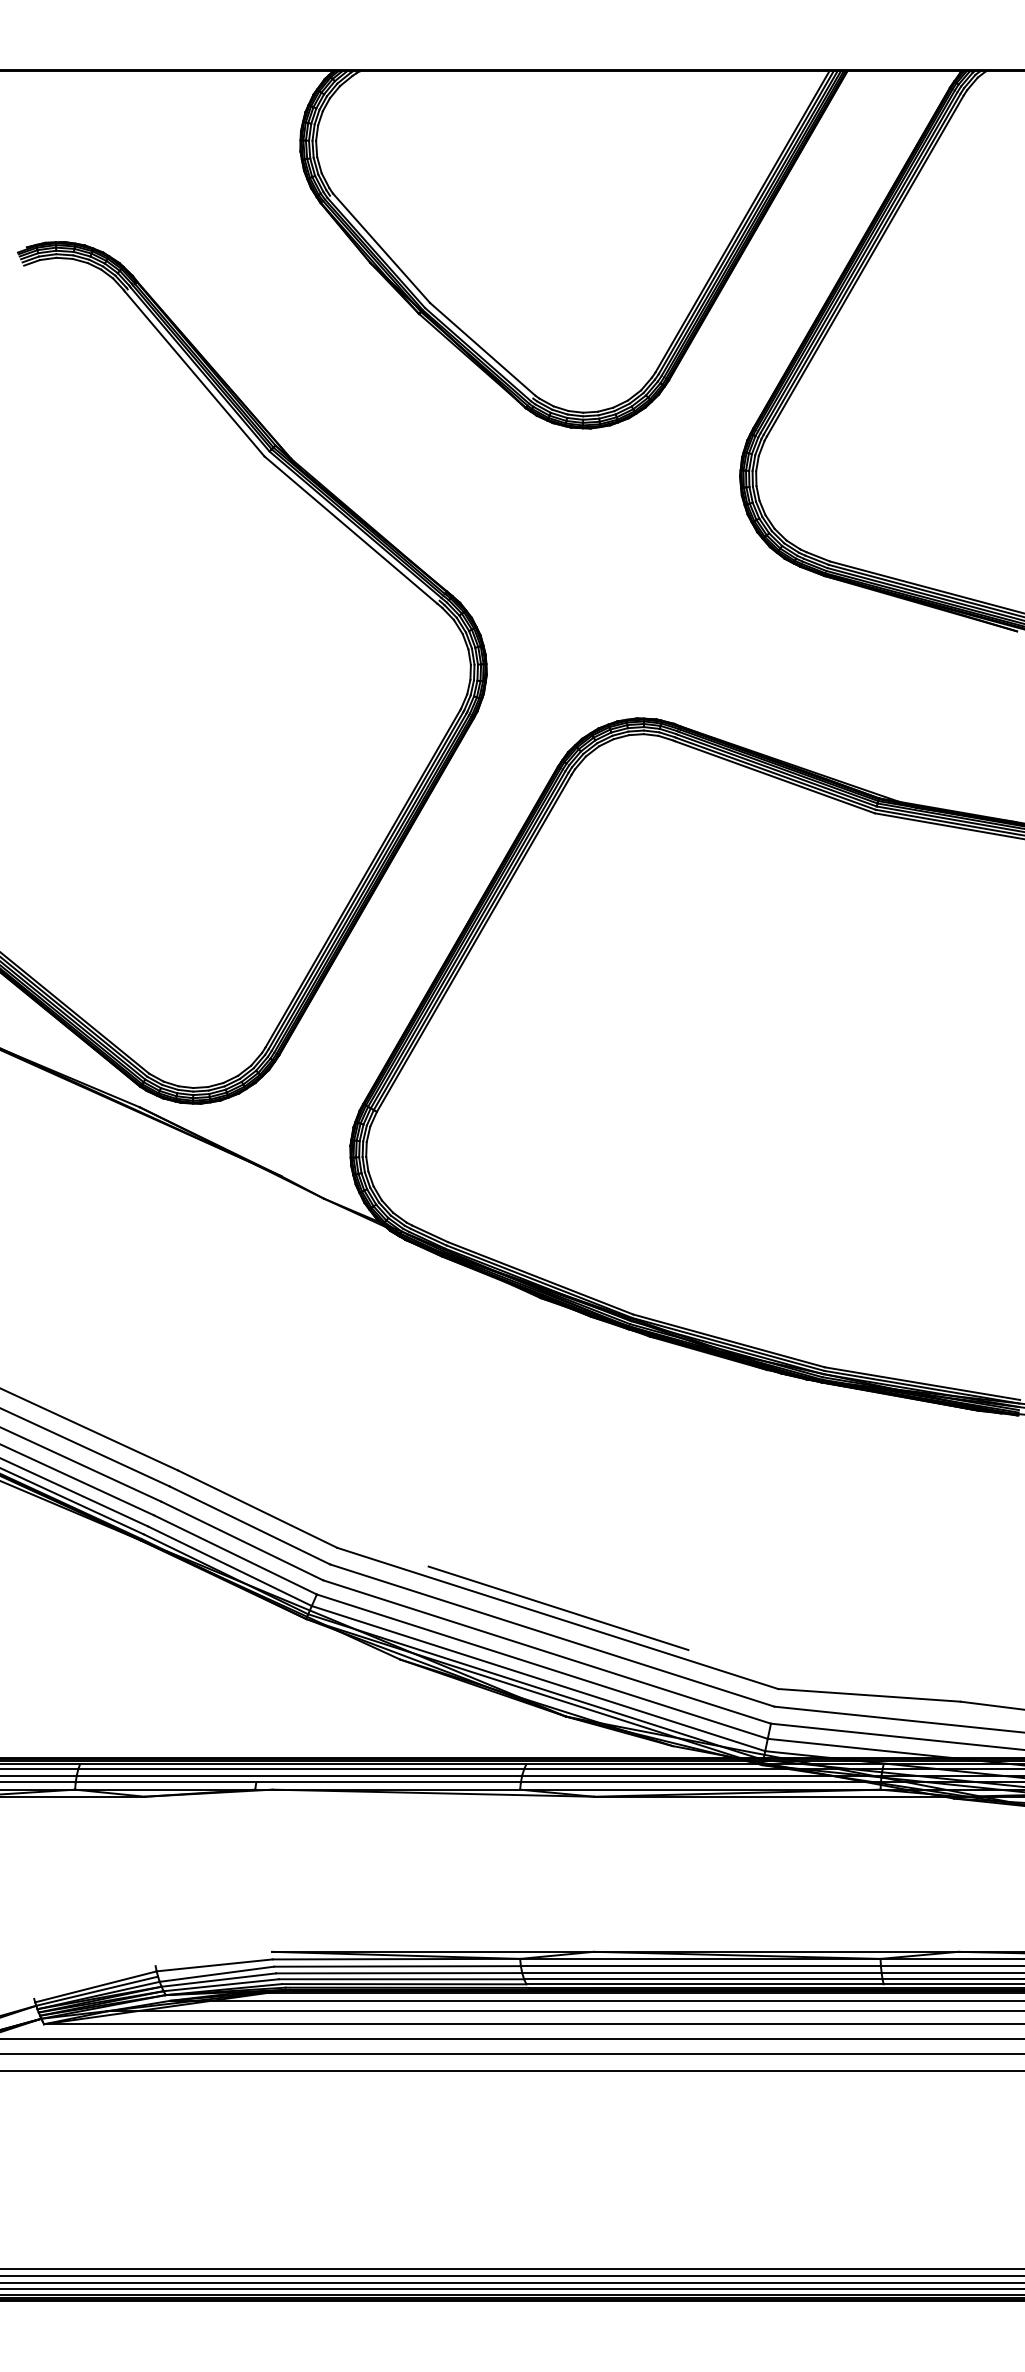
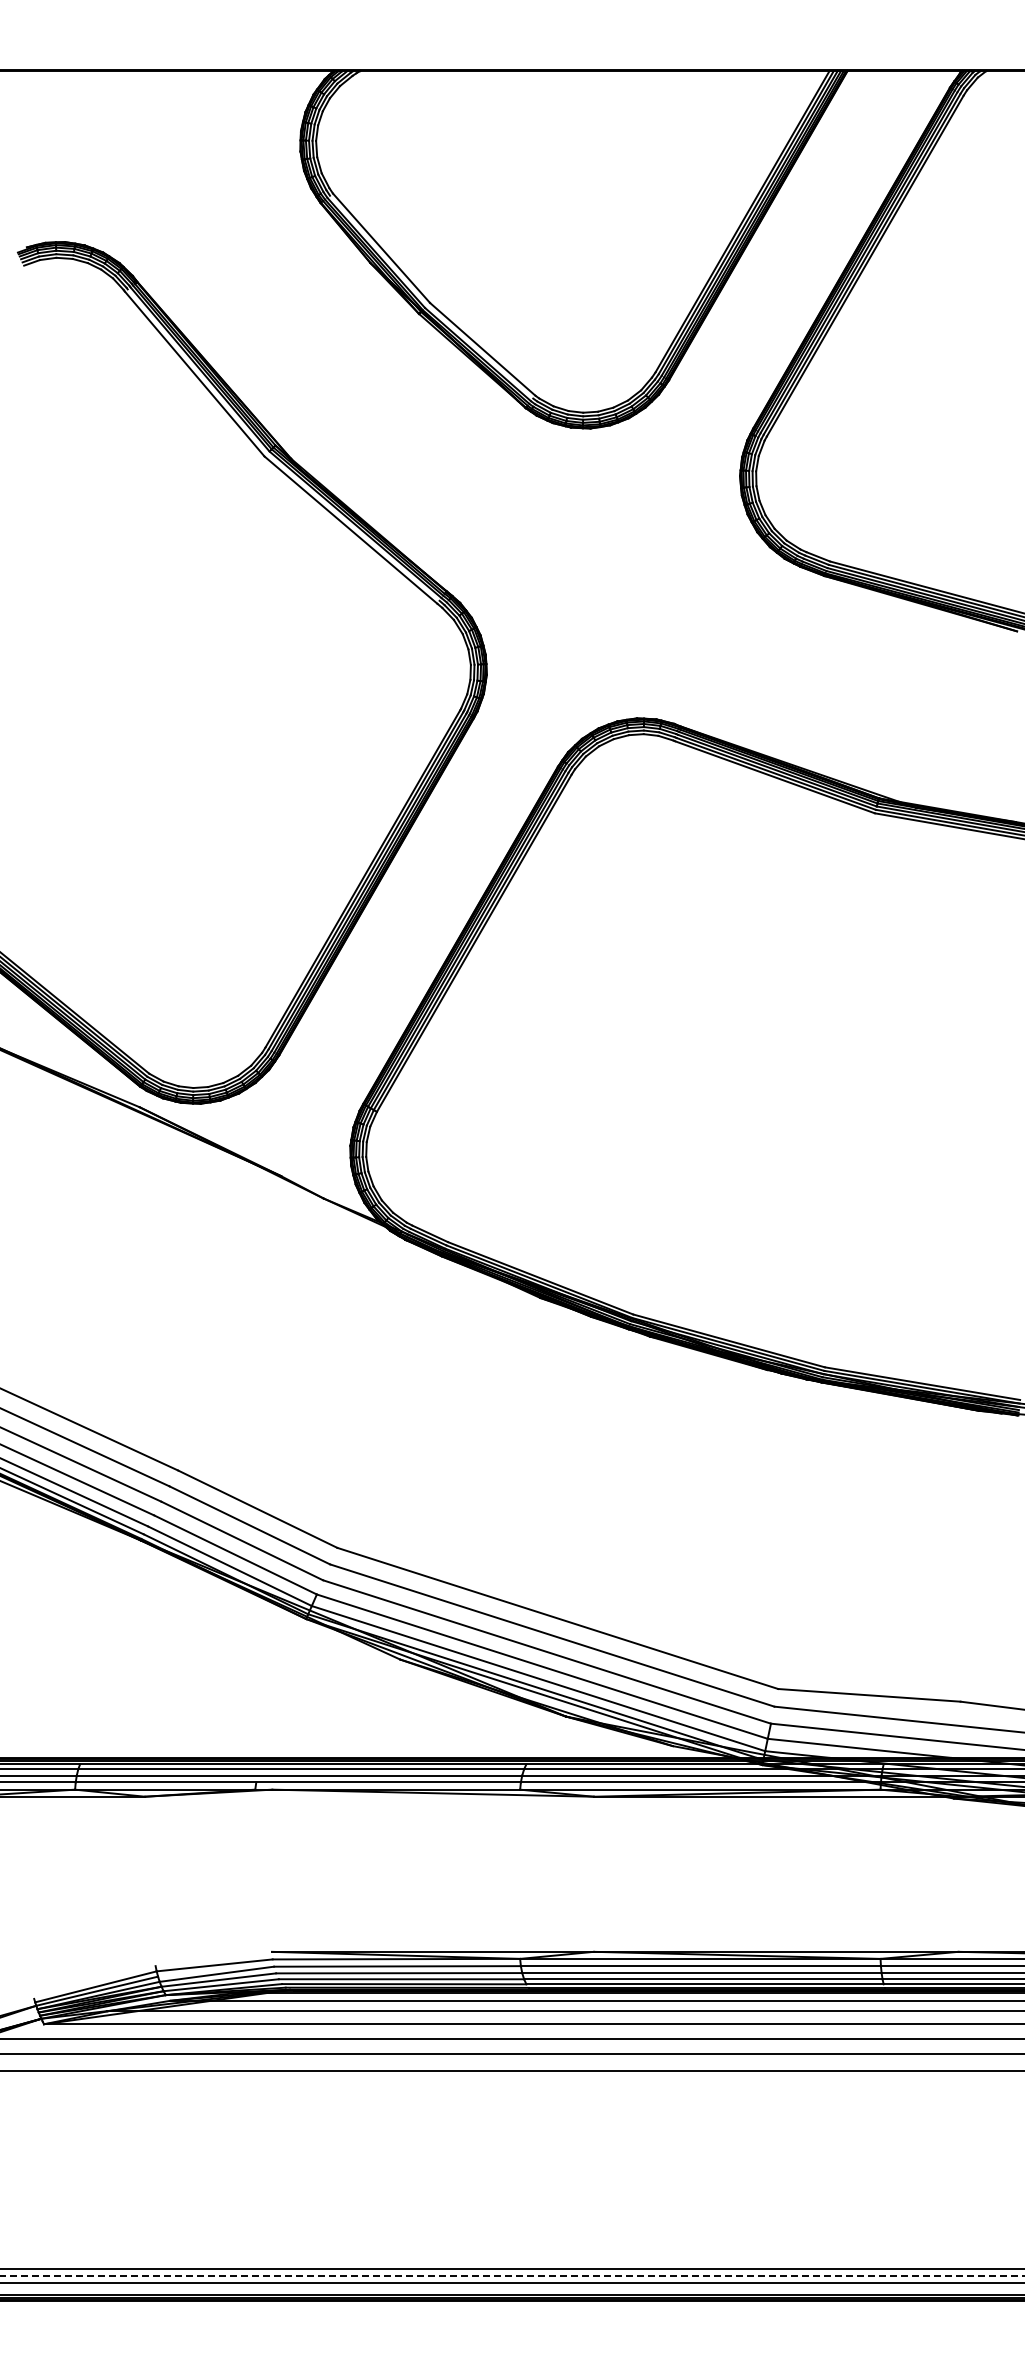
line at (558, 1607): present -> none
line at (512, 2276): solid -> dashed
line at (511, 2289): present -> none
